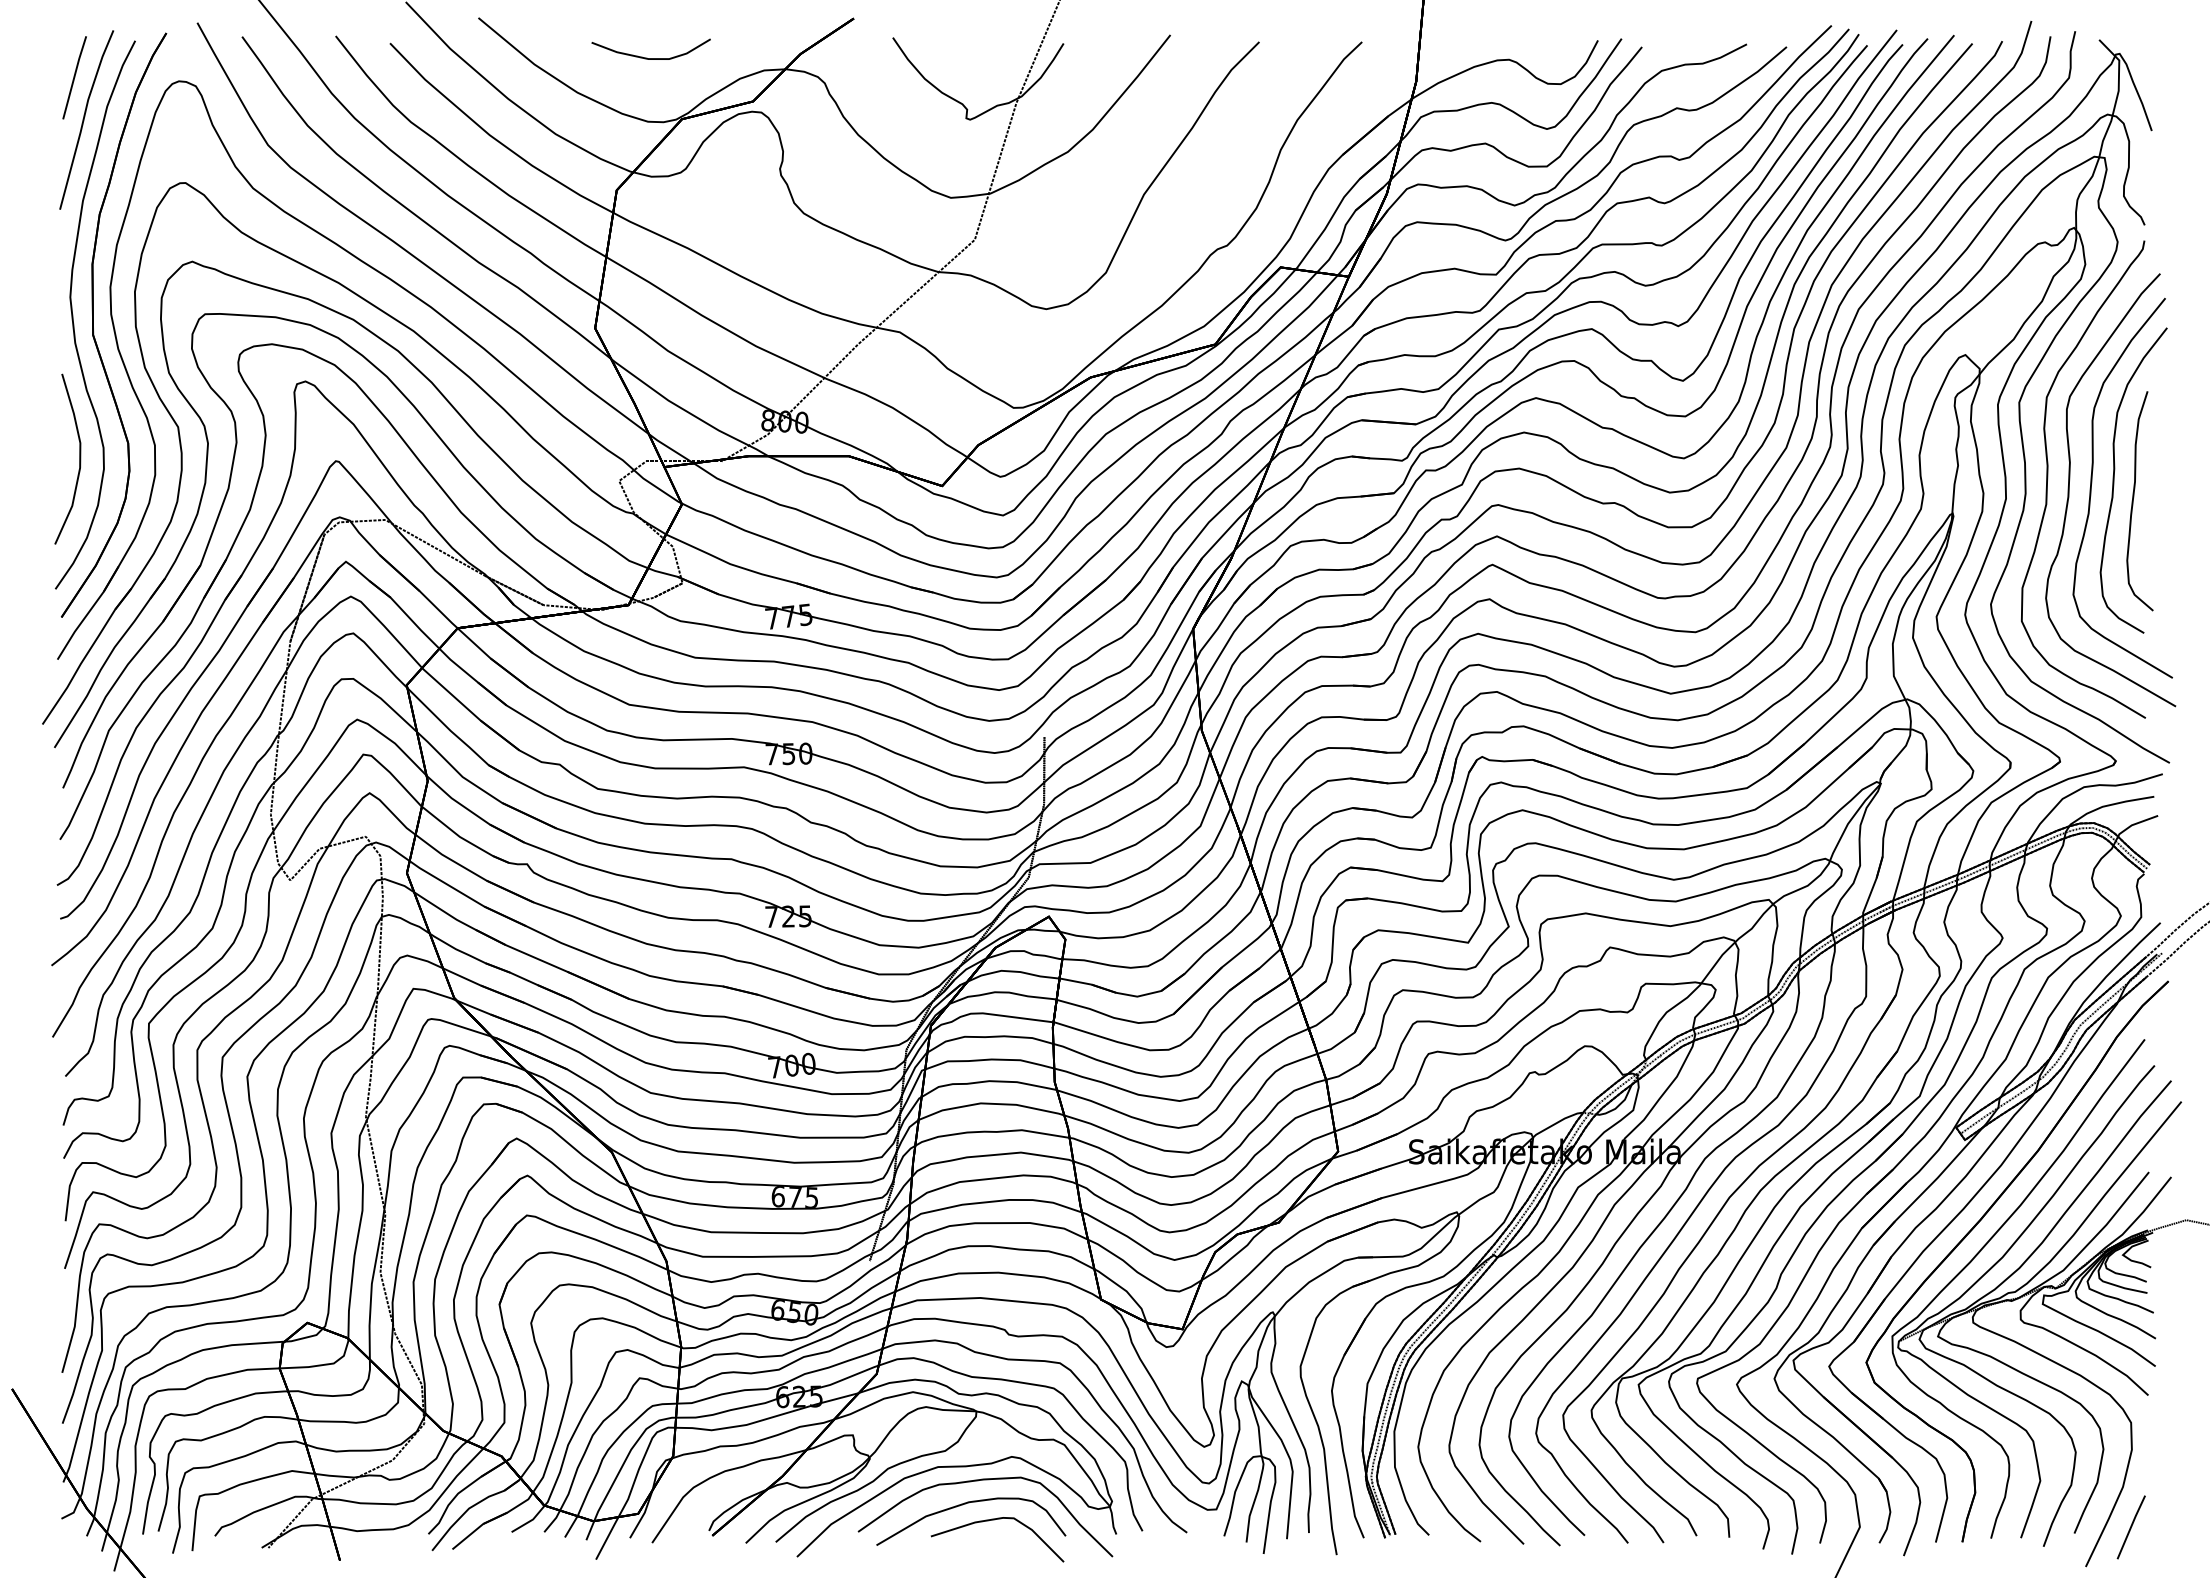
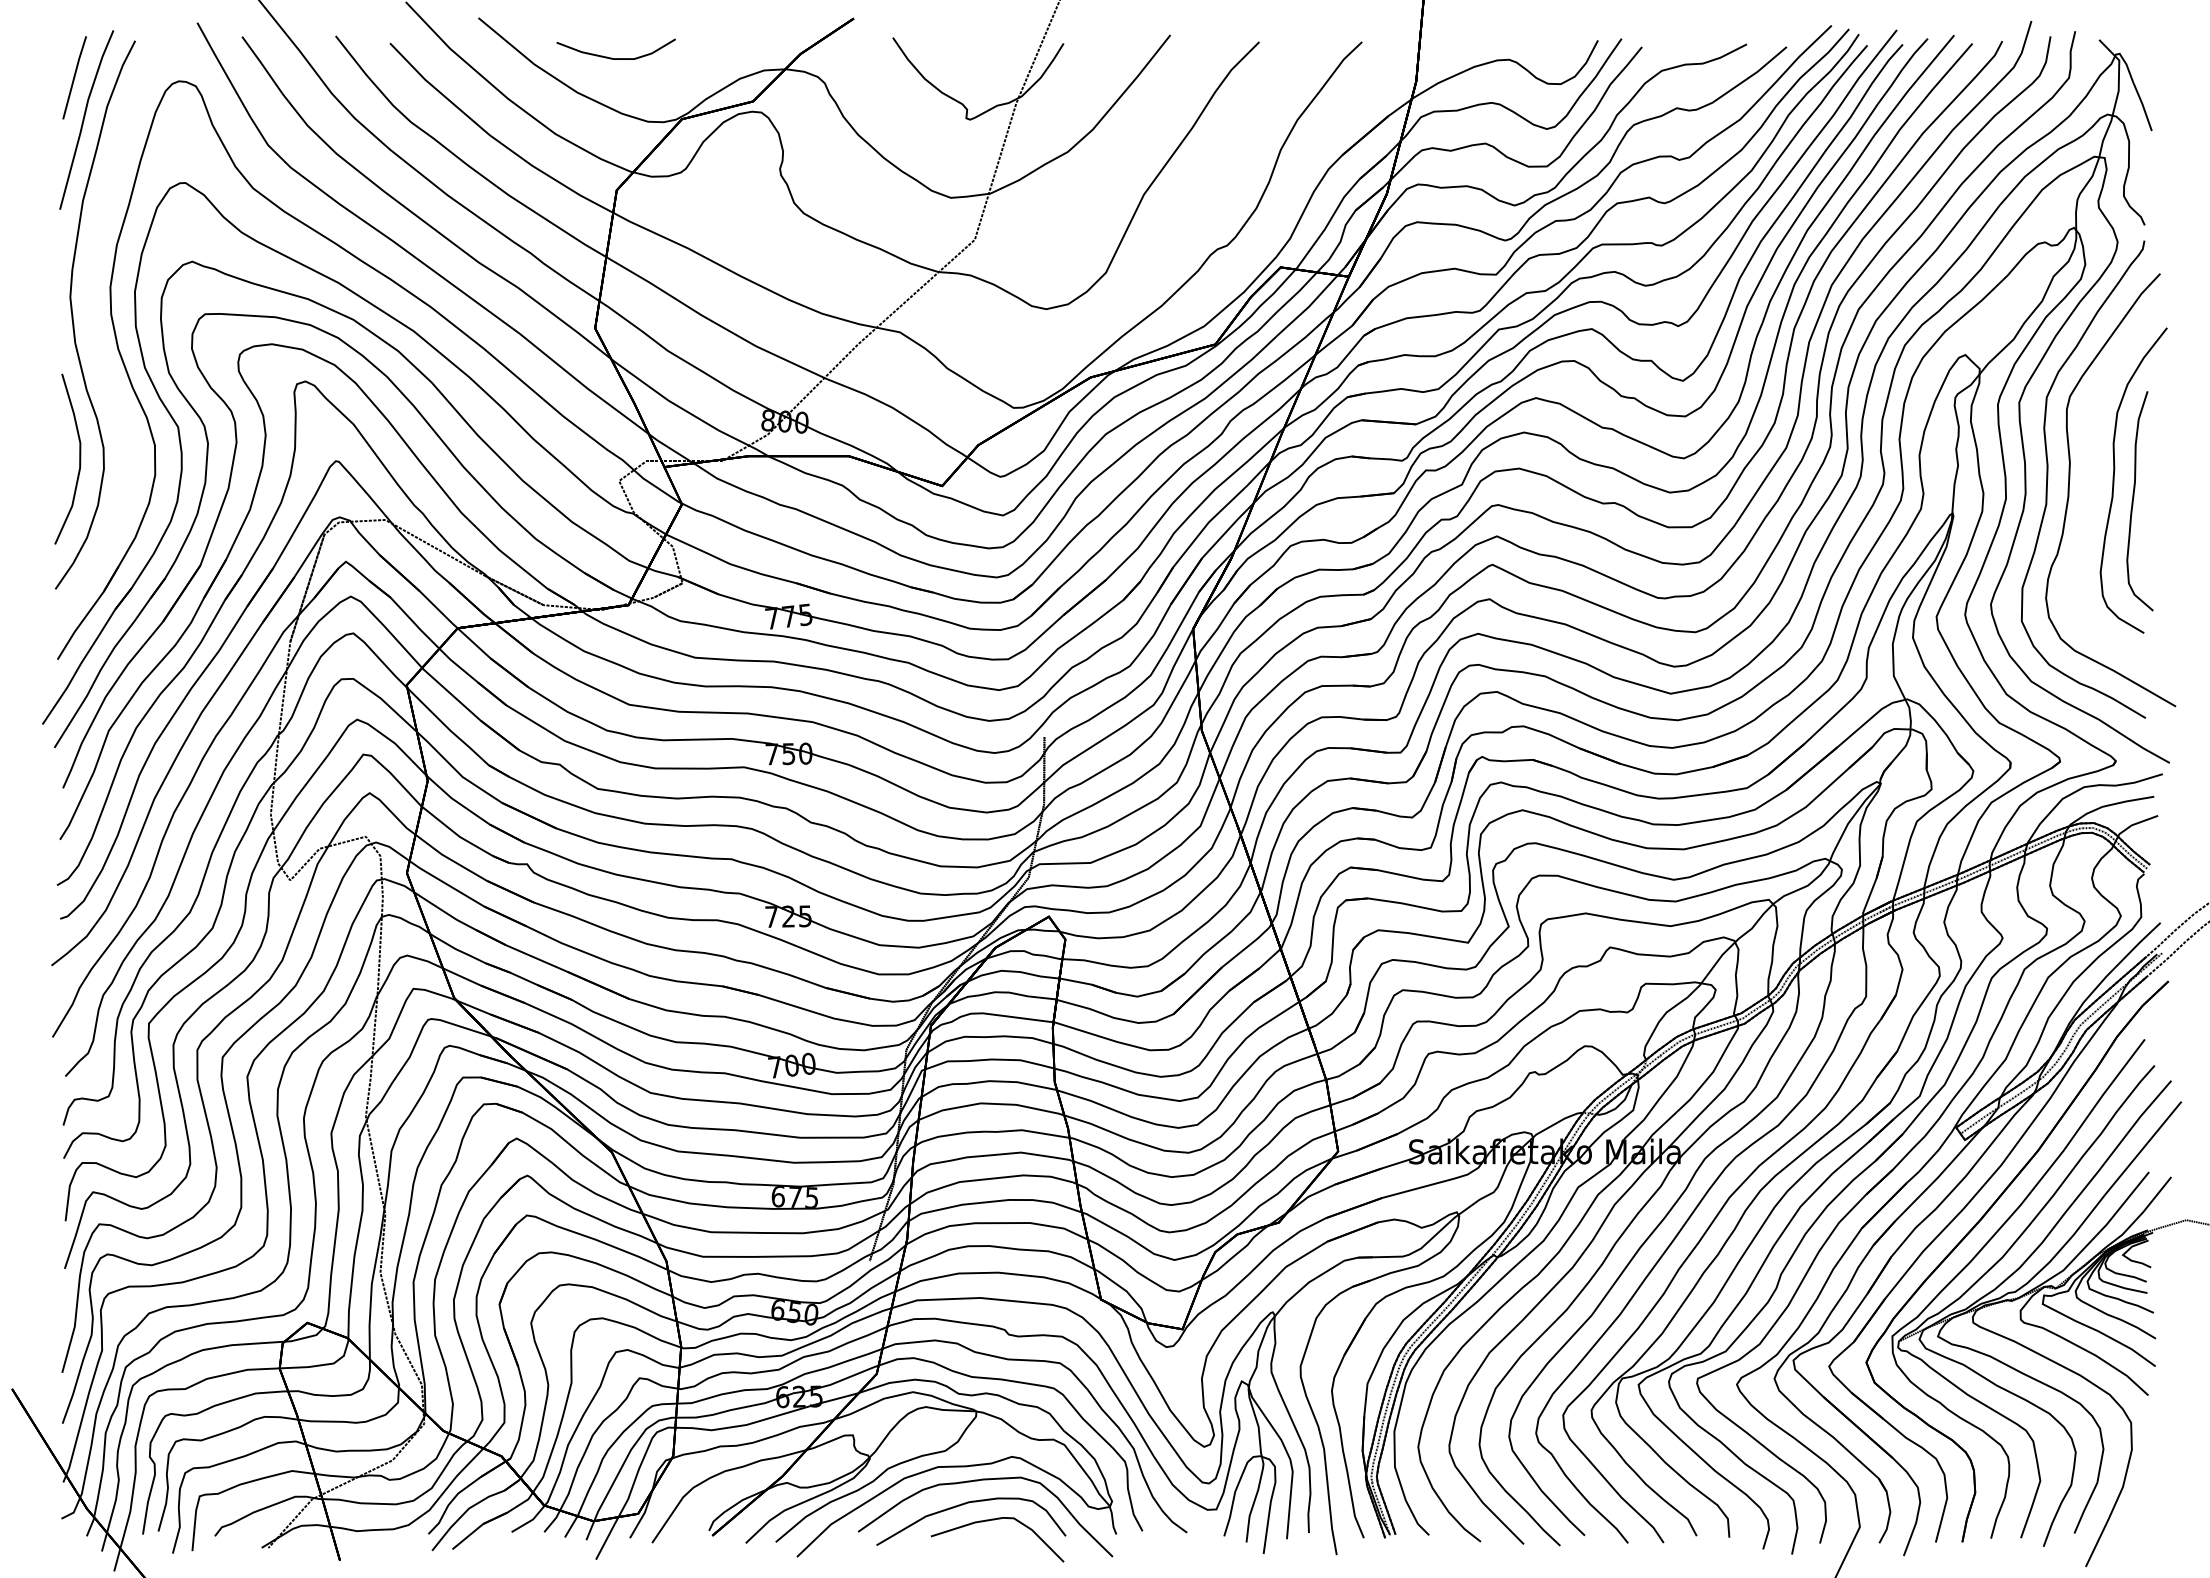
curve at (647, 57) position: (647, 57) -> (612, 57)
part at (93, 324): present -> none
curve at (2092, 483): present -> none
line at (2130, 1527): present -> none
